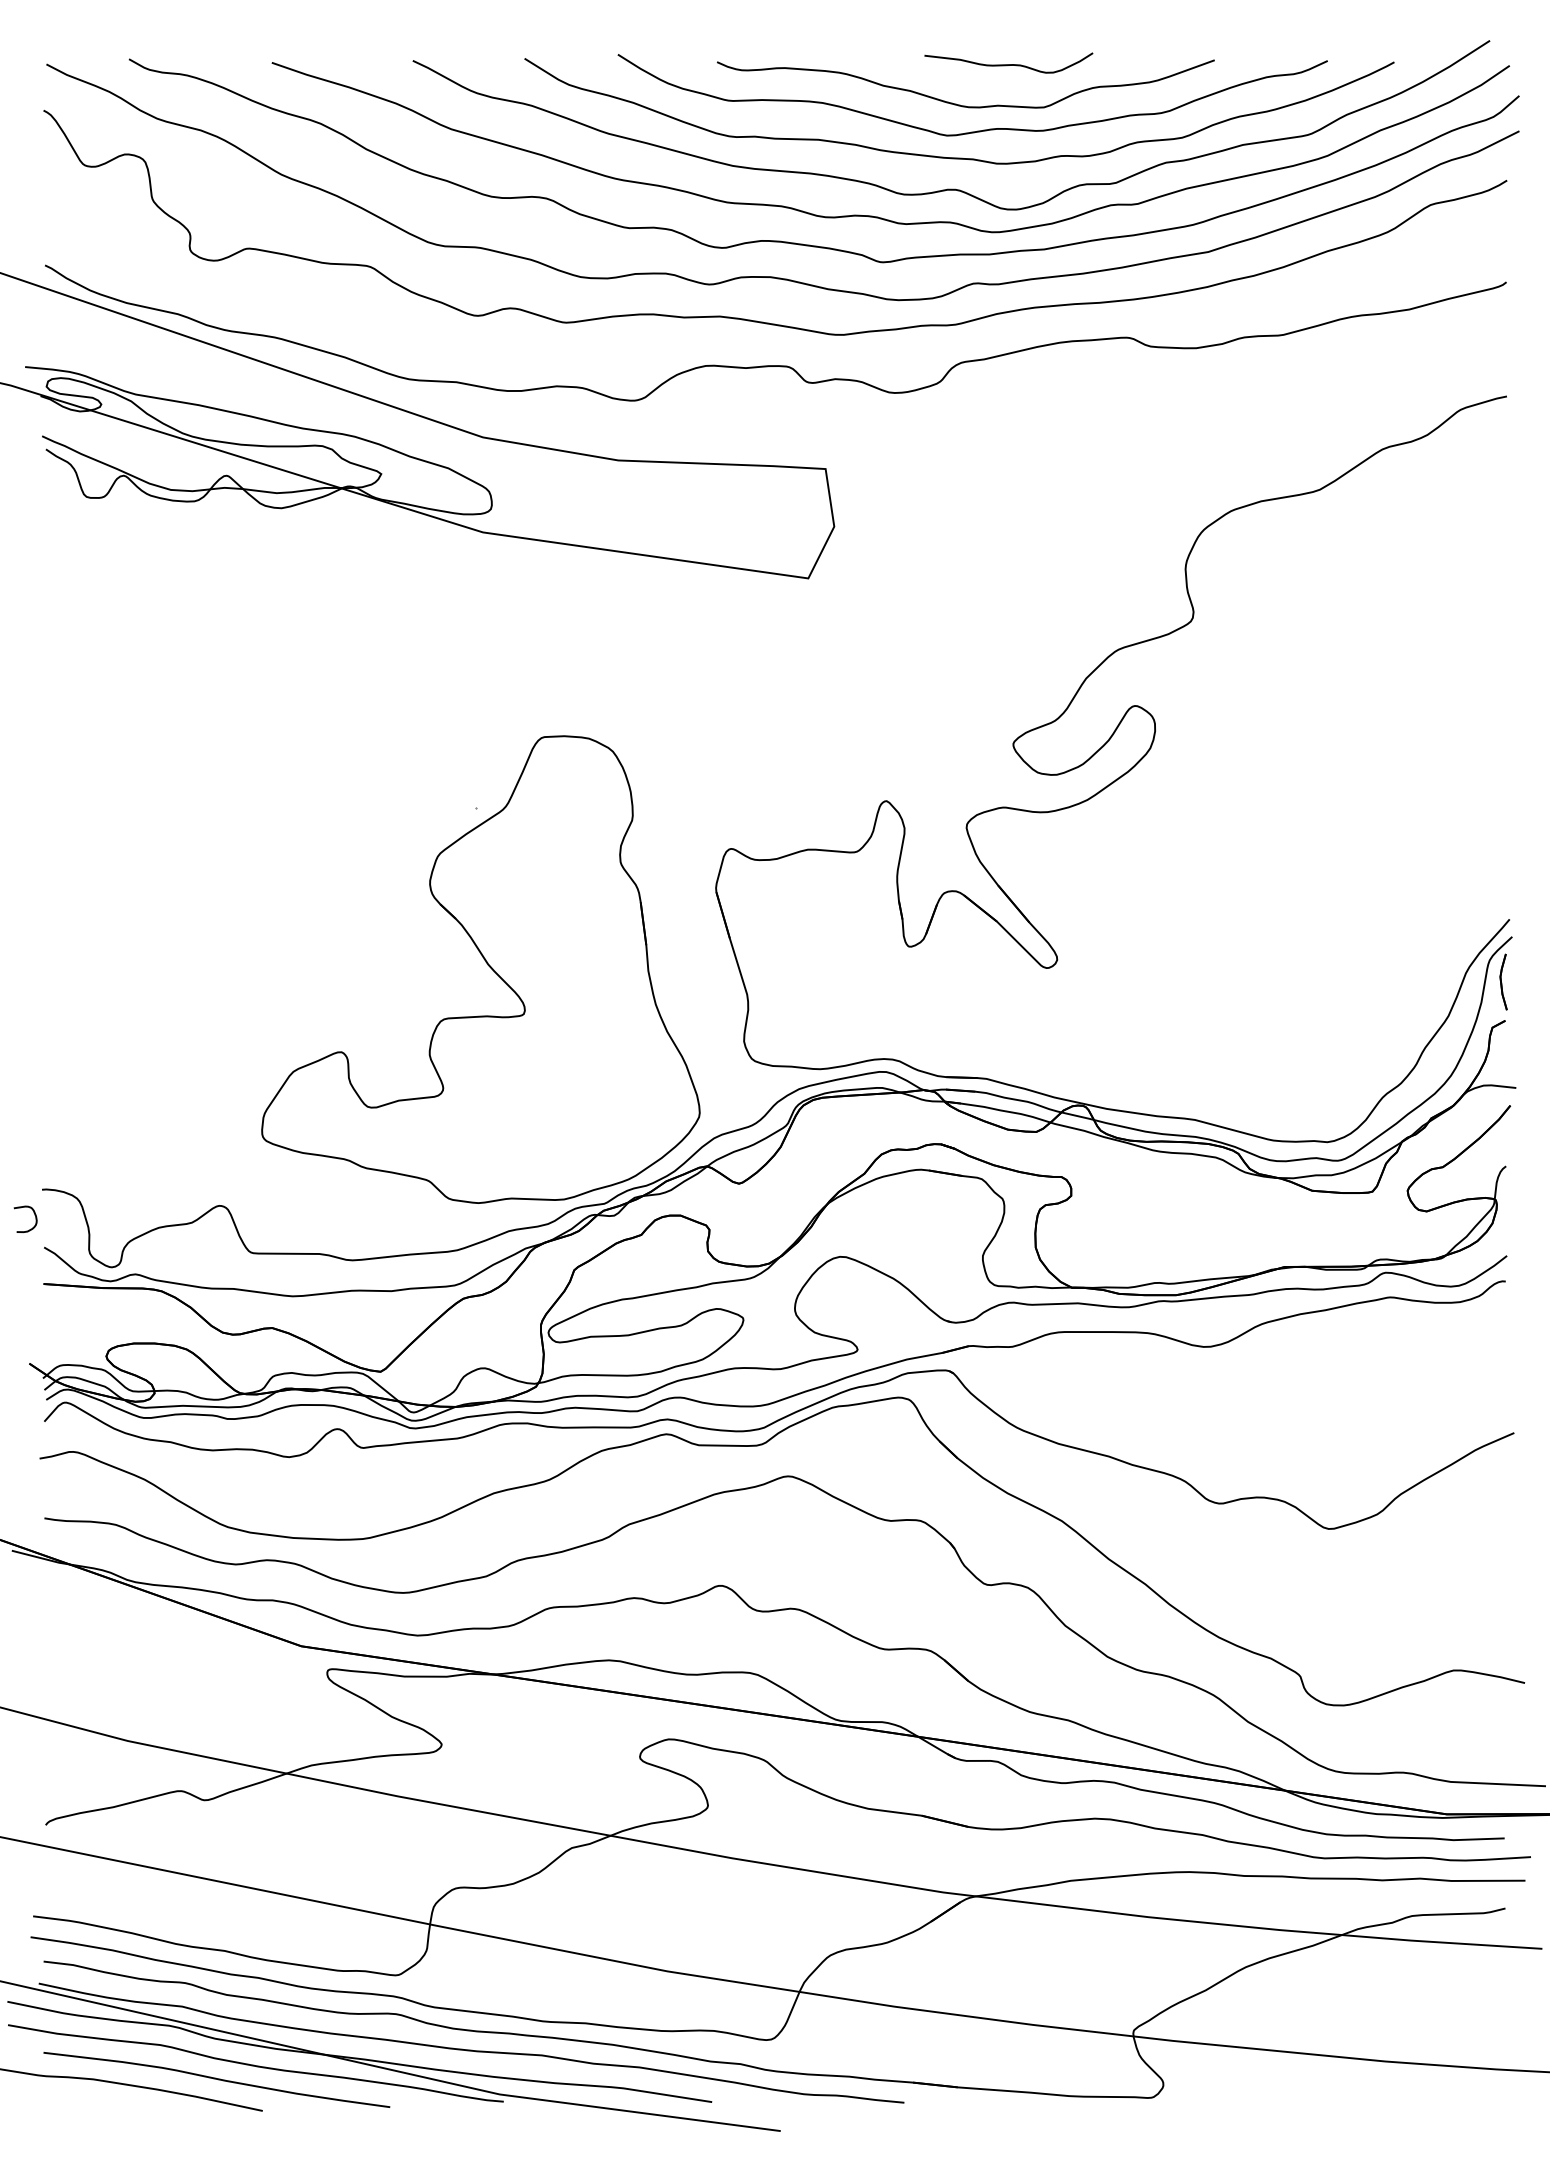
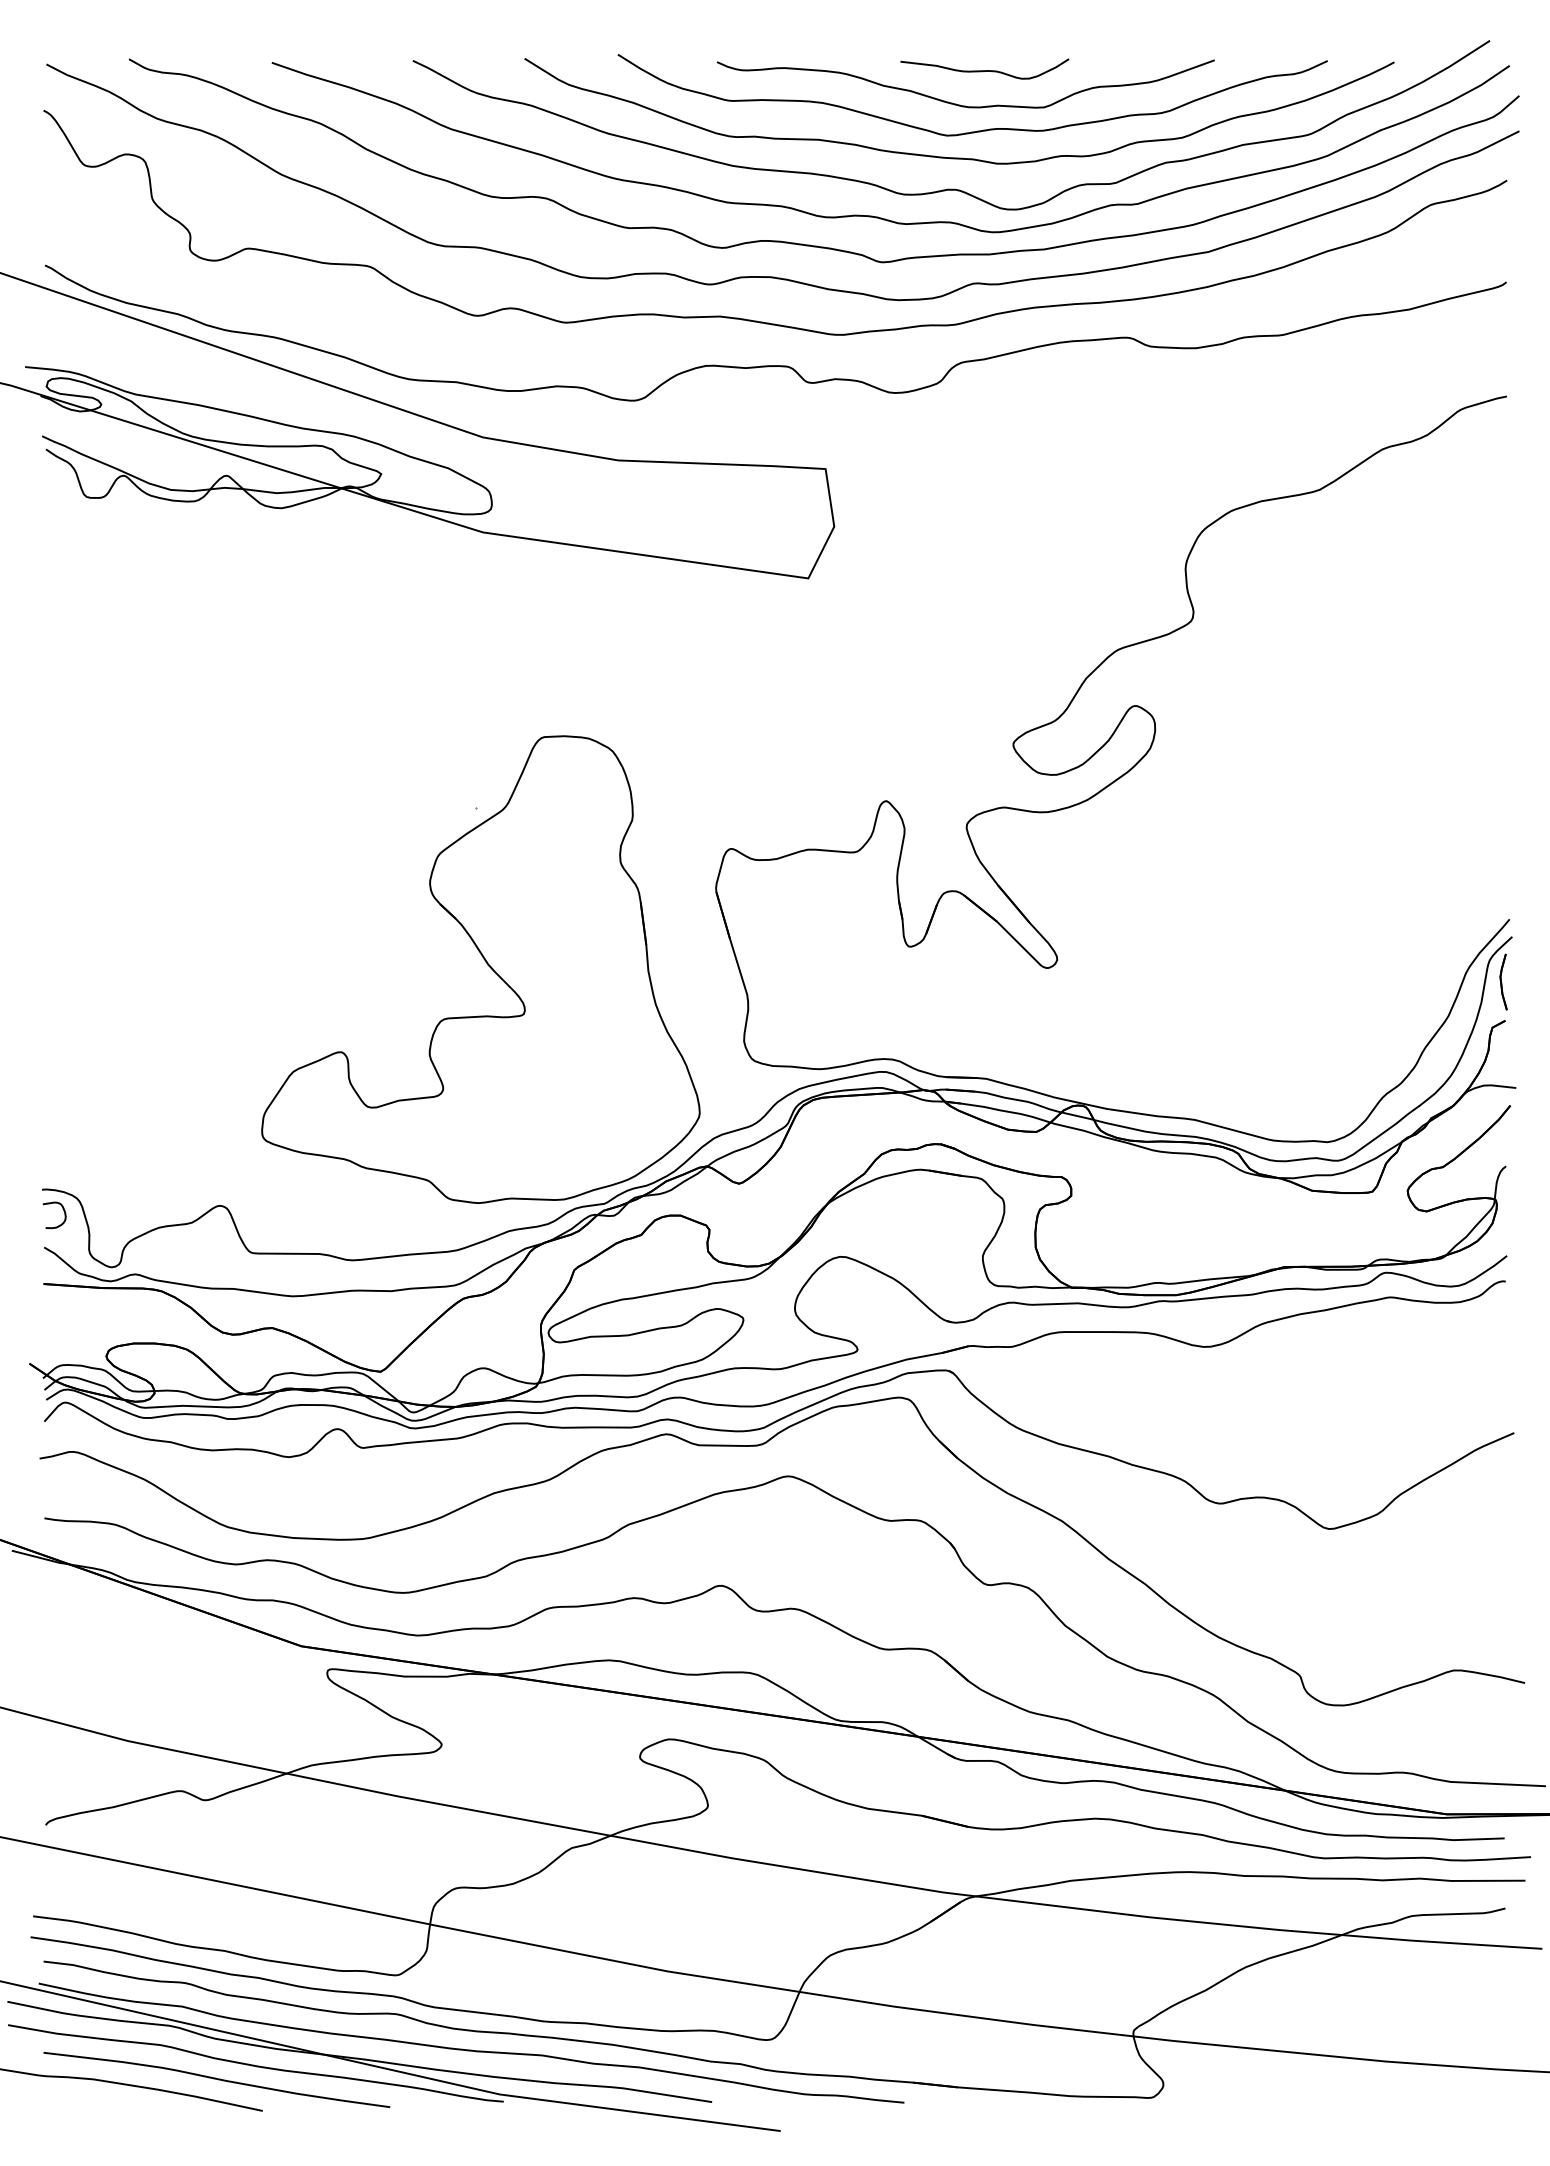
curve at (1008, 64) position: (1008, 64) -> (984, 70)
curve at (34, 1215) position: (34, 1215) -> (63, 1211)
